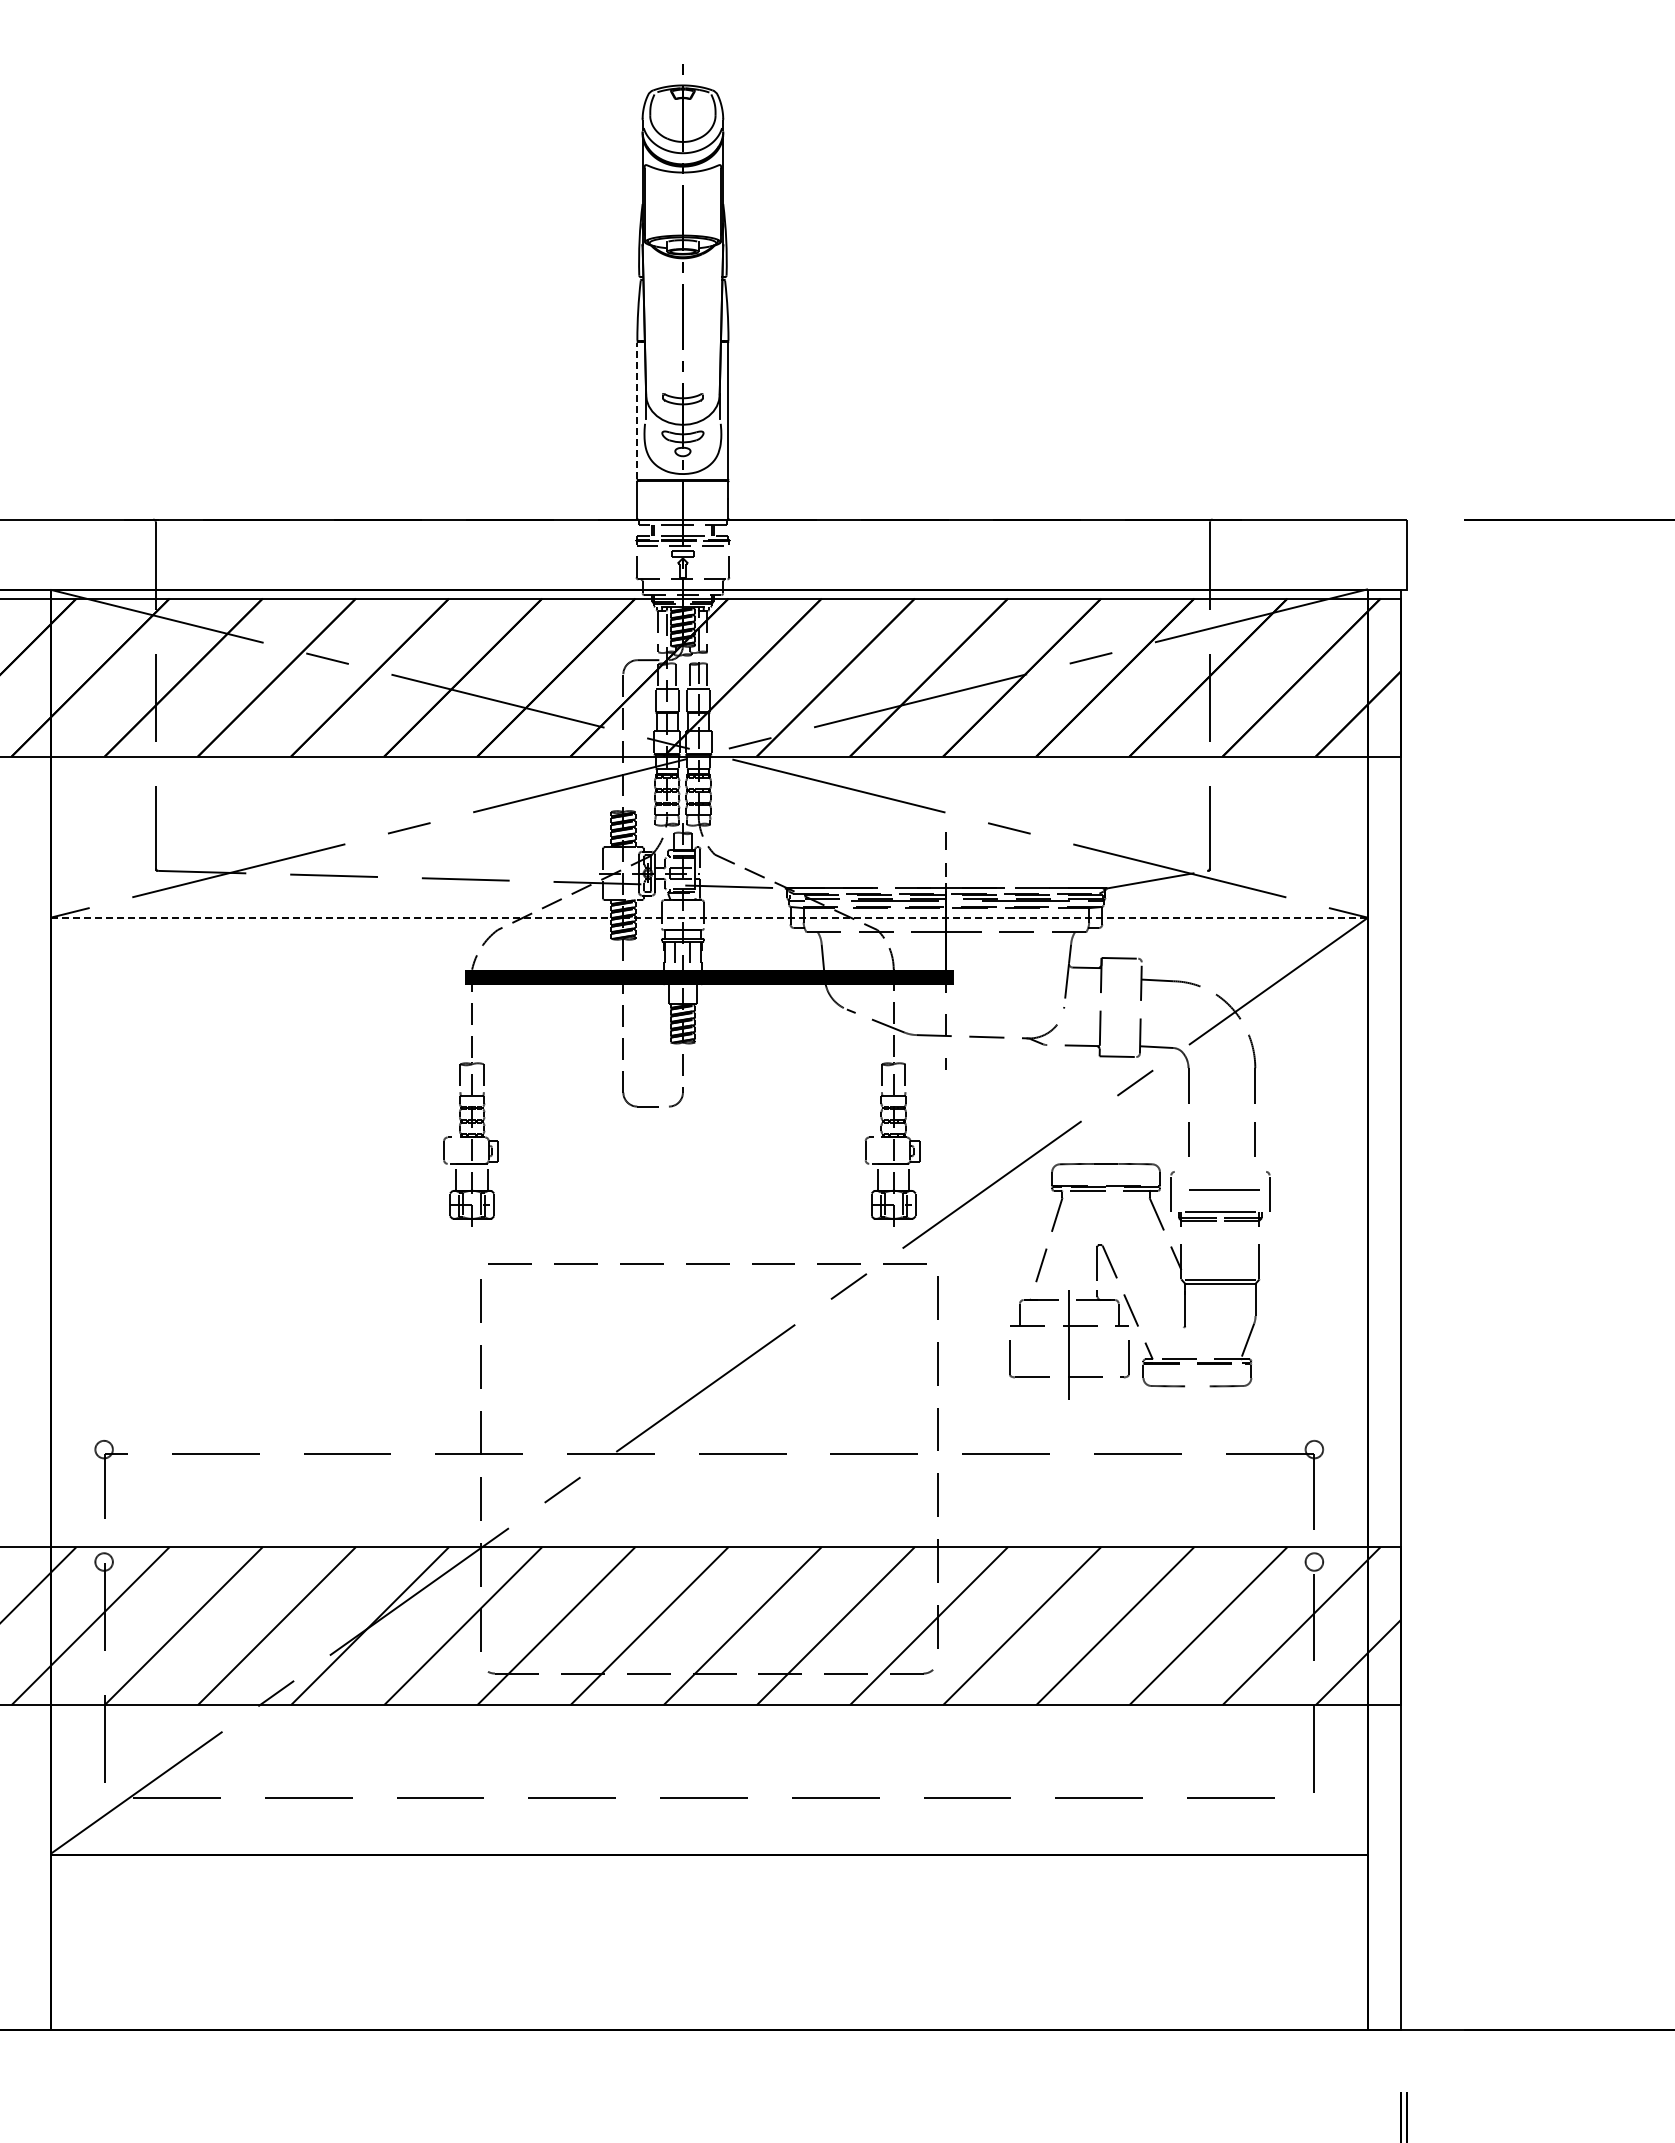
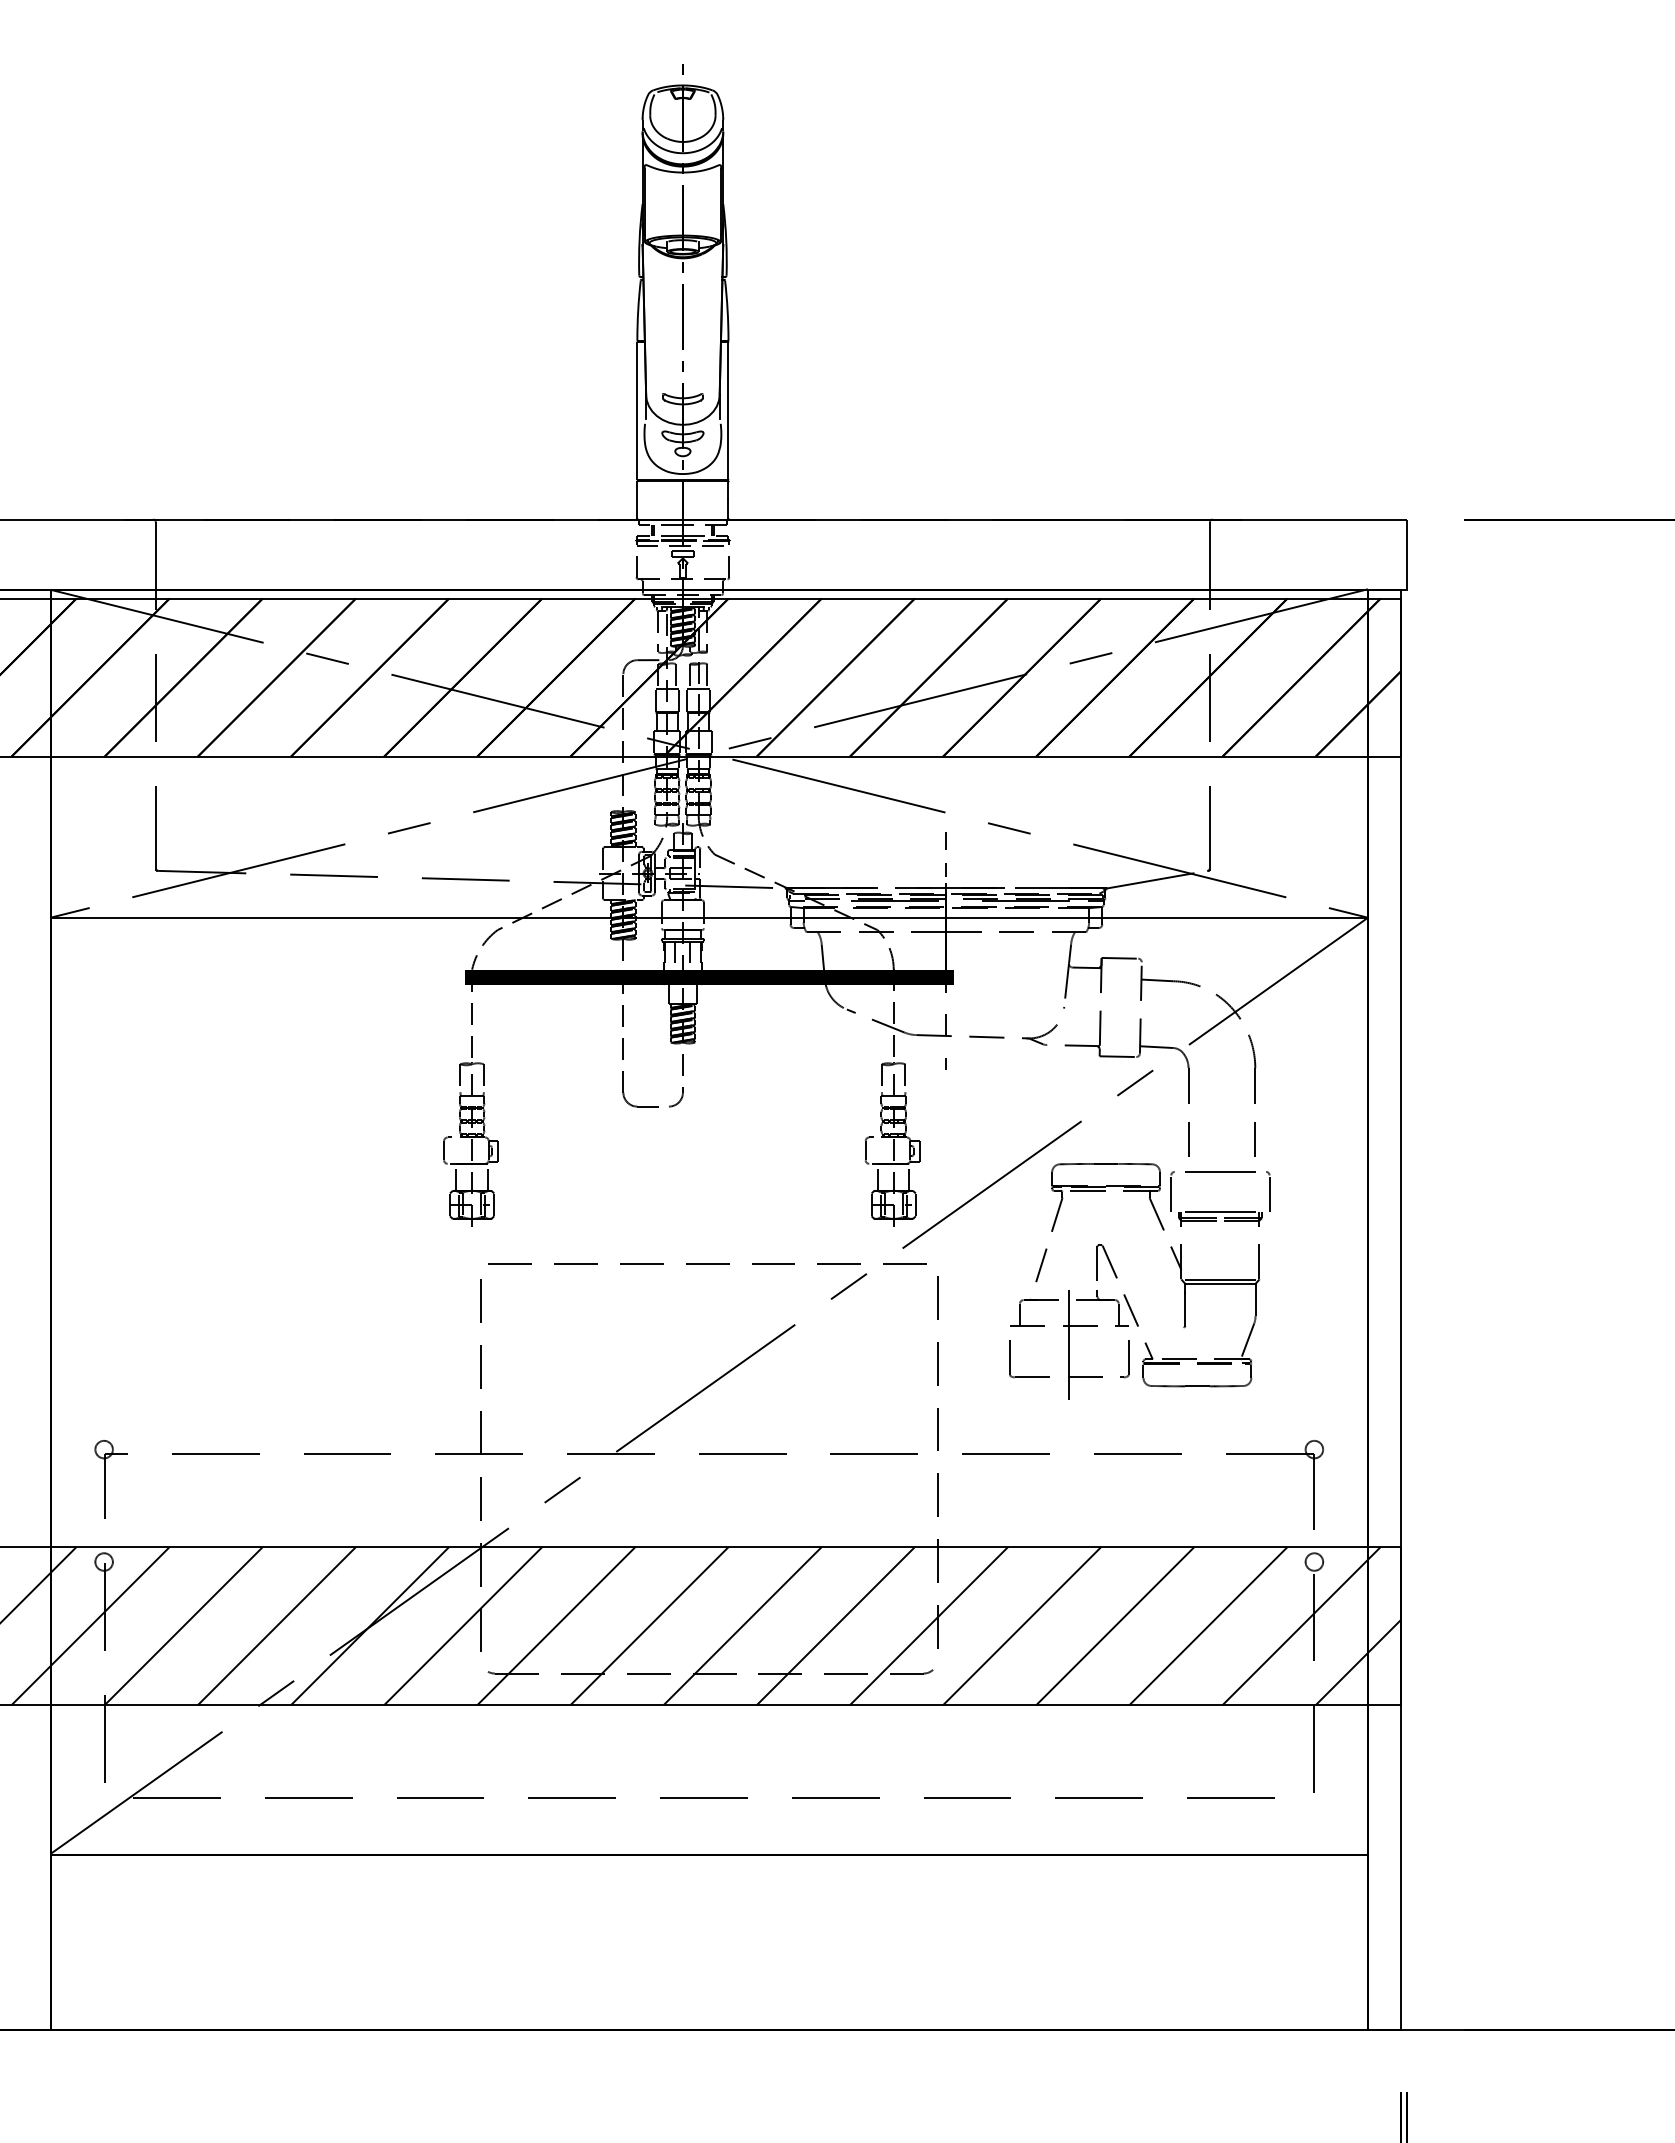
line at (637, 410): dashed -> solid
line at (709, 917): dashed -> solid
line at (1224, 1189) position: (1224, 1189) -> (1220, 1171)
line at (1197, 1386): none -> present
